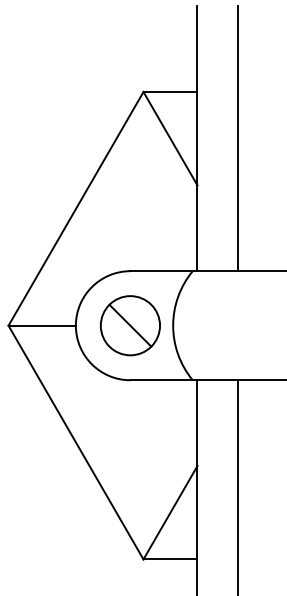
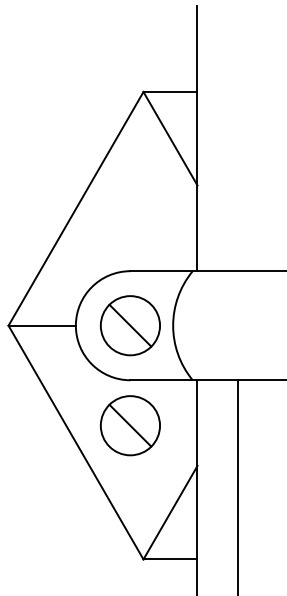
line at (237, 138): present -> none
part at (129, 425): none -> present
